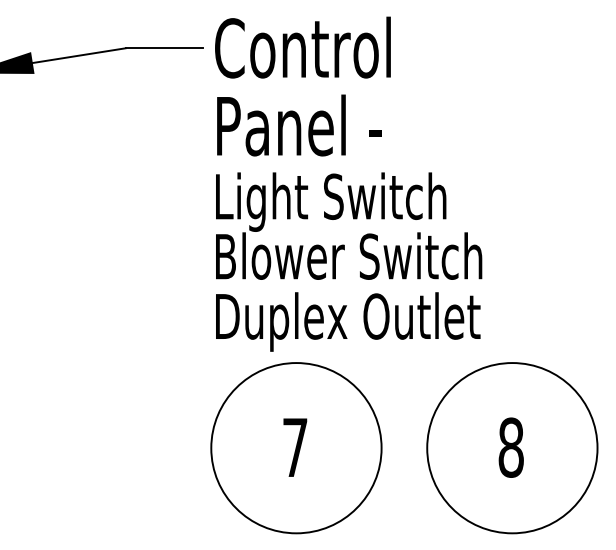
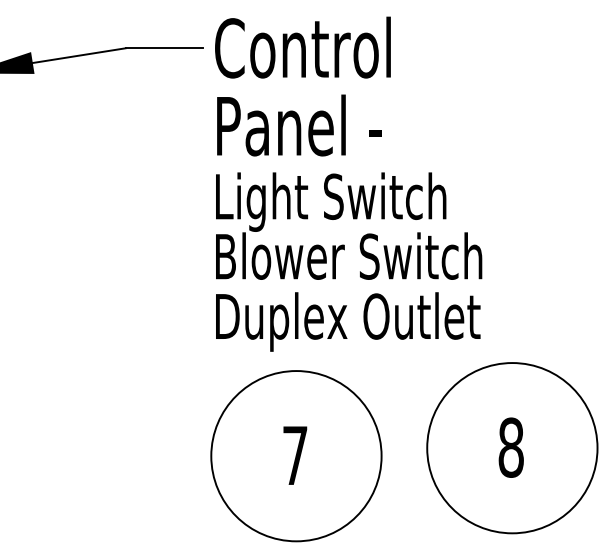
part at (296, 448) position: (296, 448) -> (296, 456)
